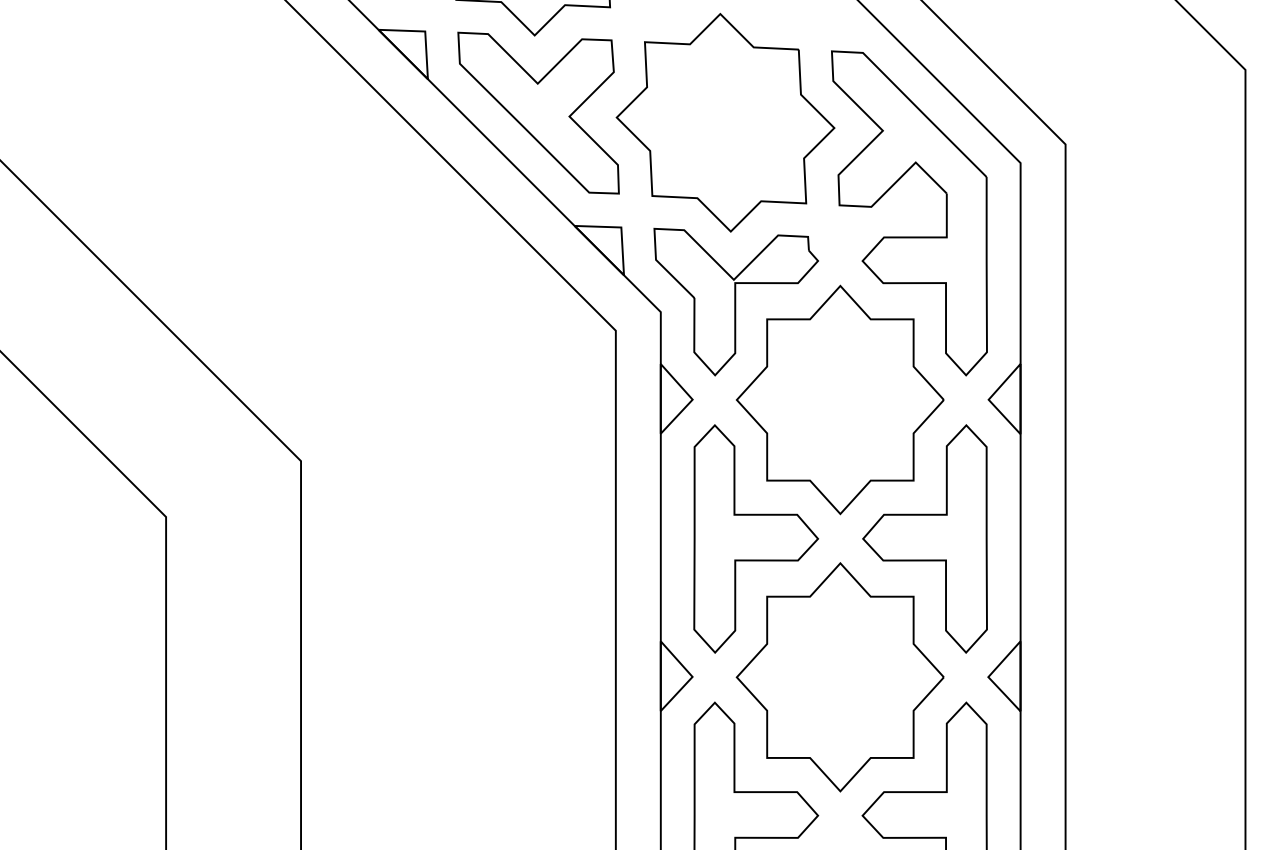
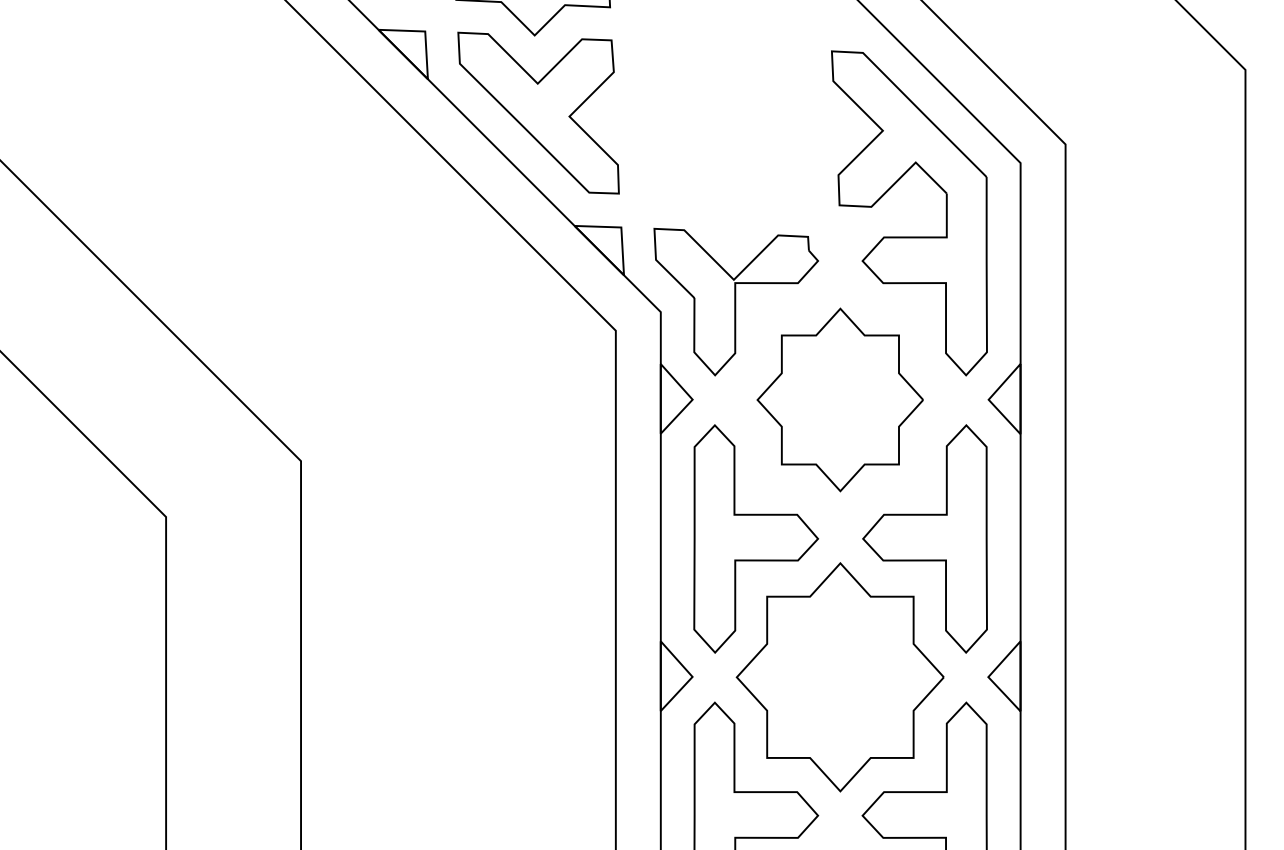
part at (725, 122): present -> none
part at (840, 399) size: 209x232 px -> 168x186 px
